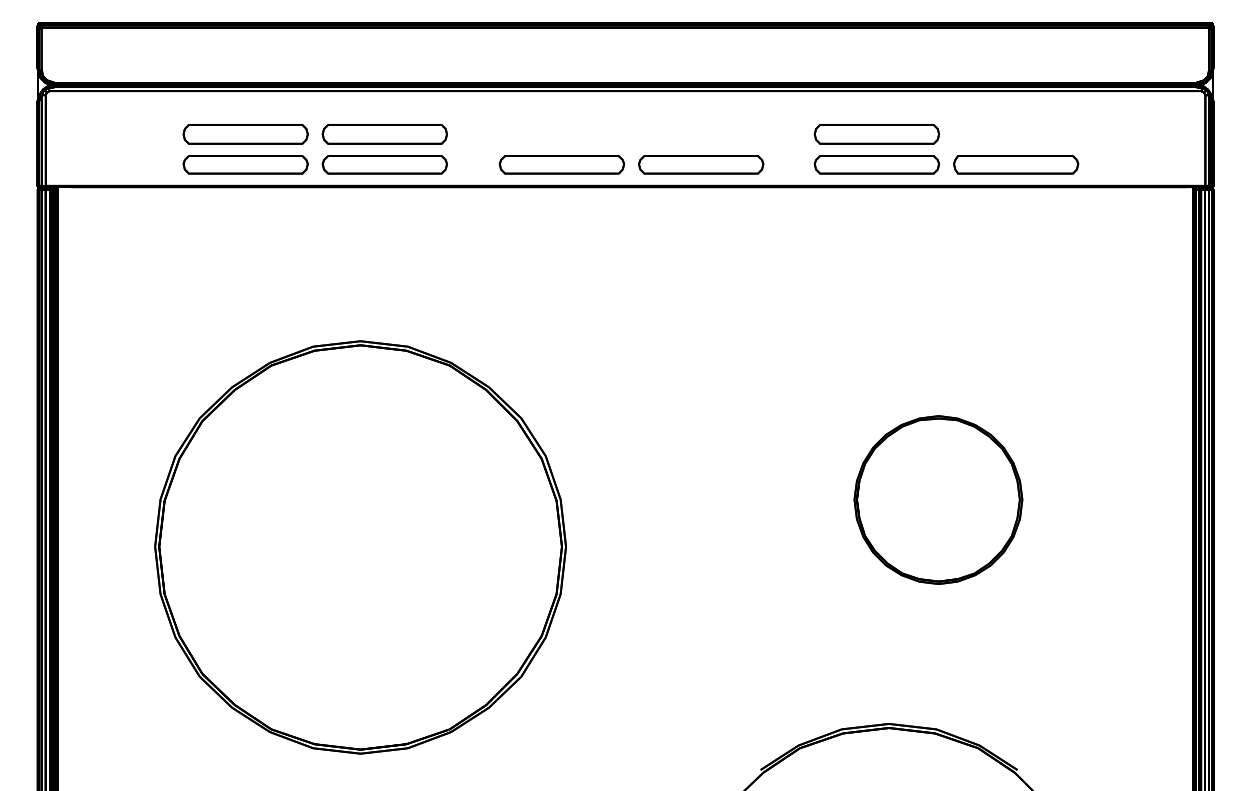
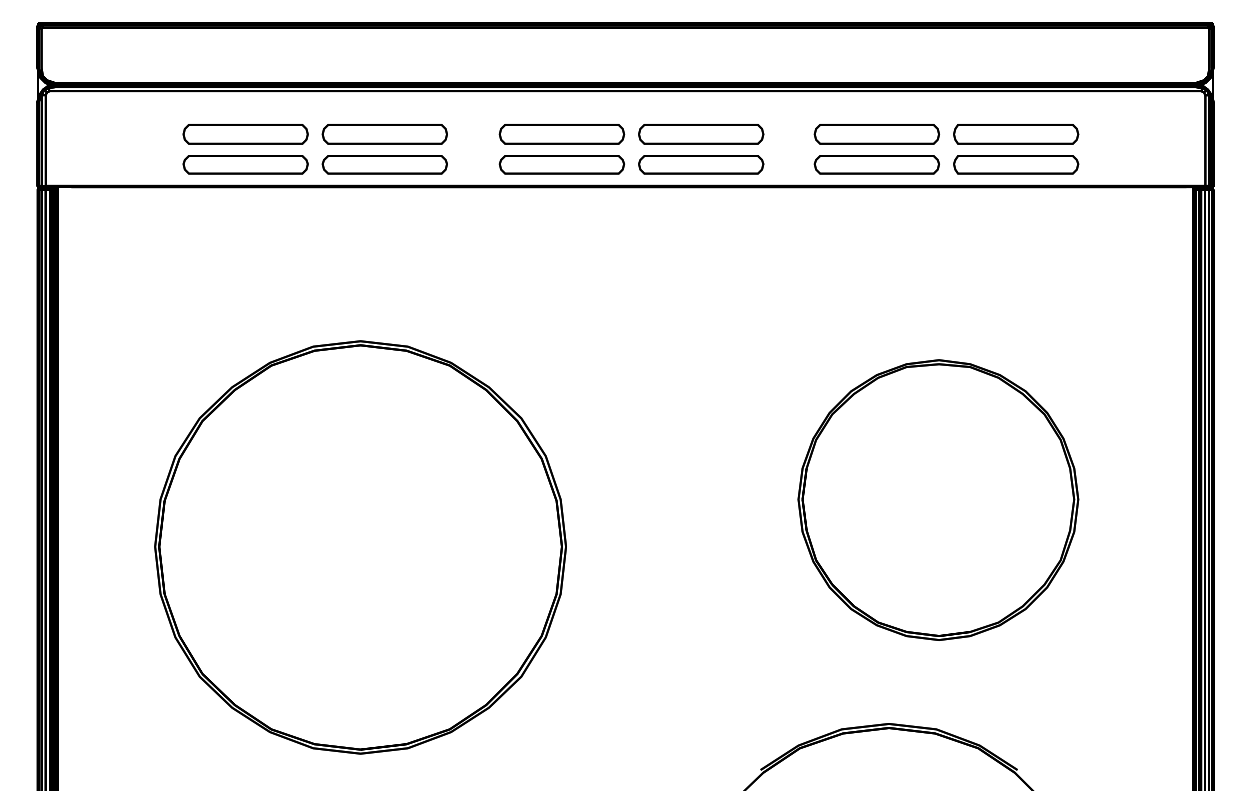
part at (561, 134): none -> present
part at (701, 134): none -> present
part at (1016, 134): none -> present
part at (938, 499) size: 171x170 px -> 283x282 px
